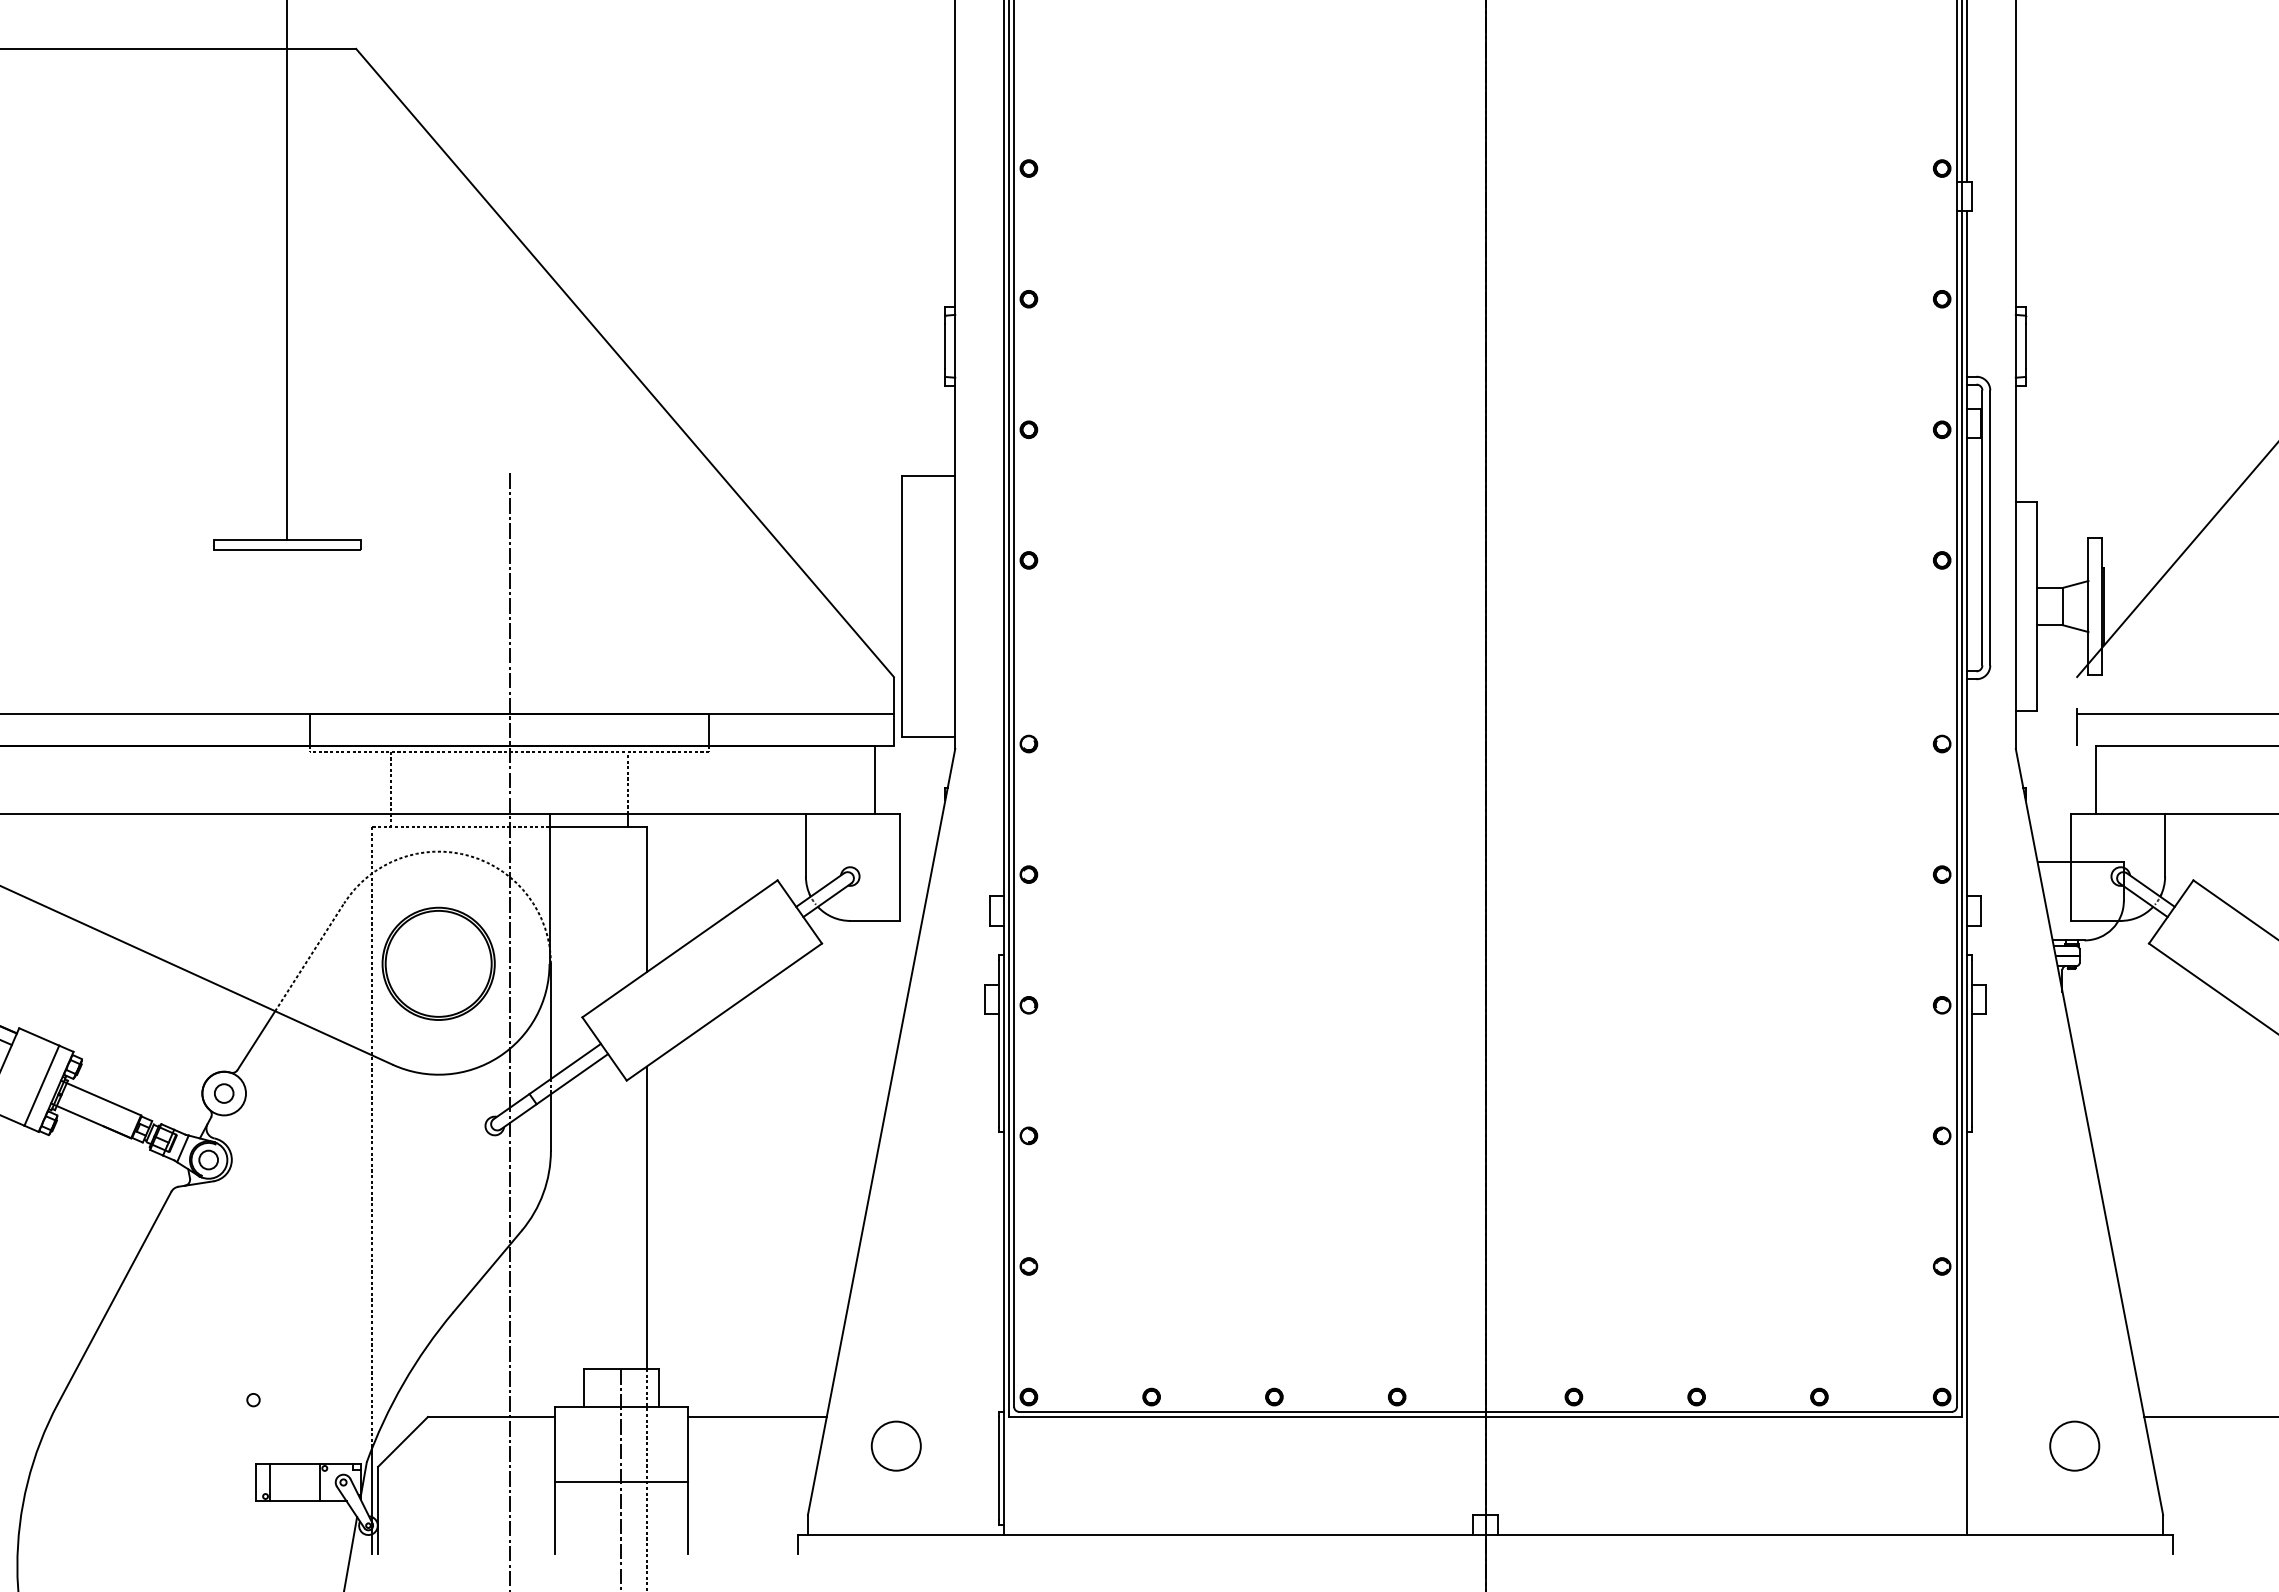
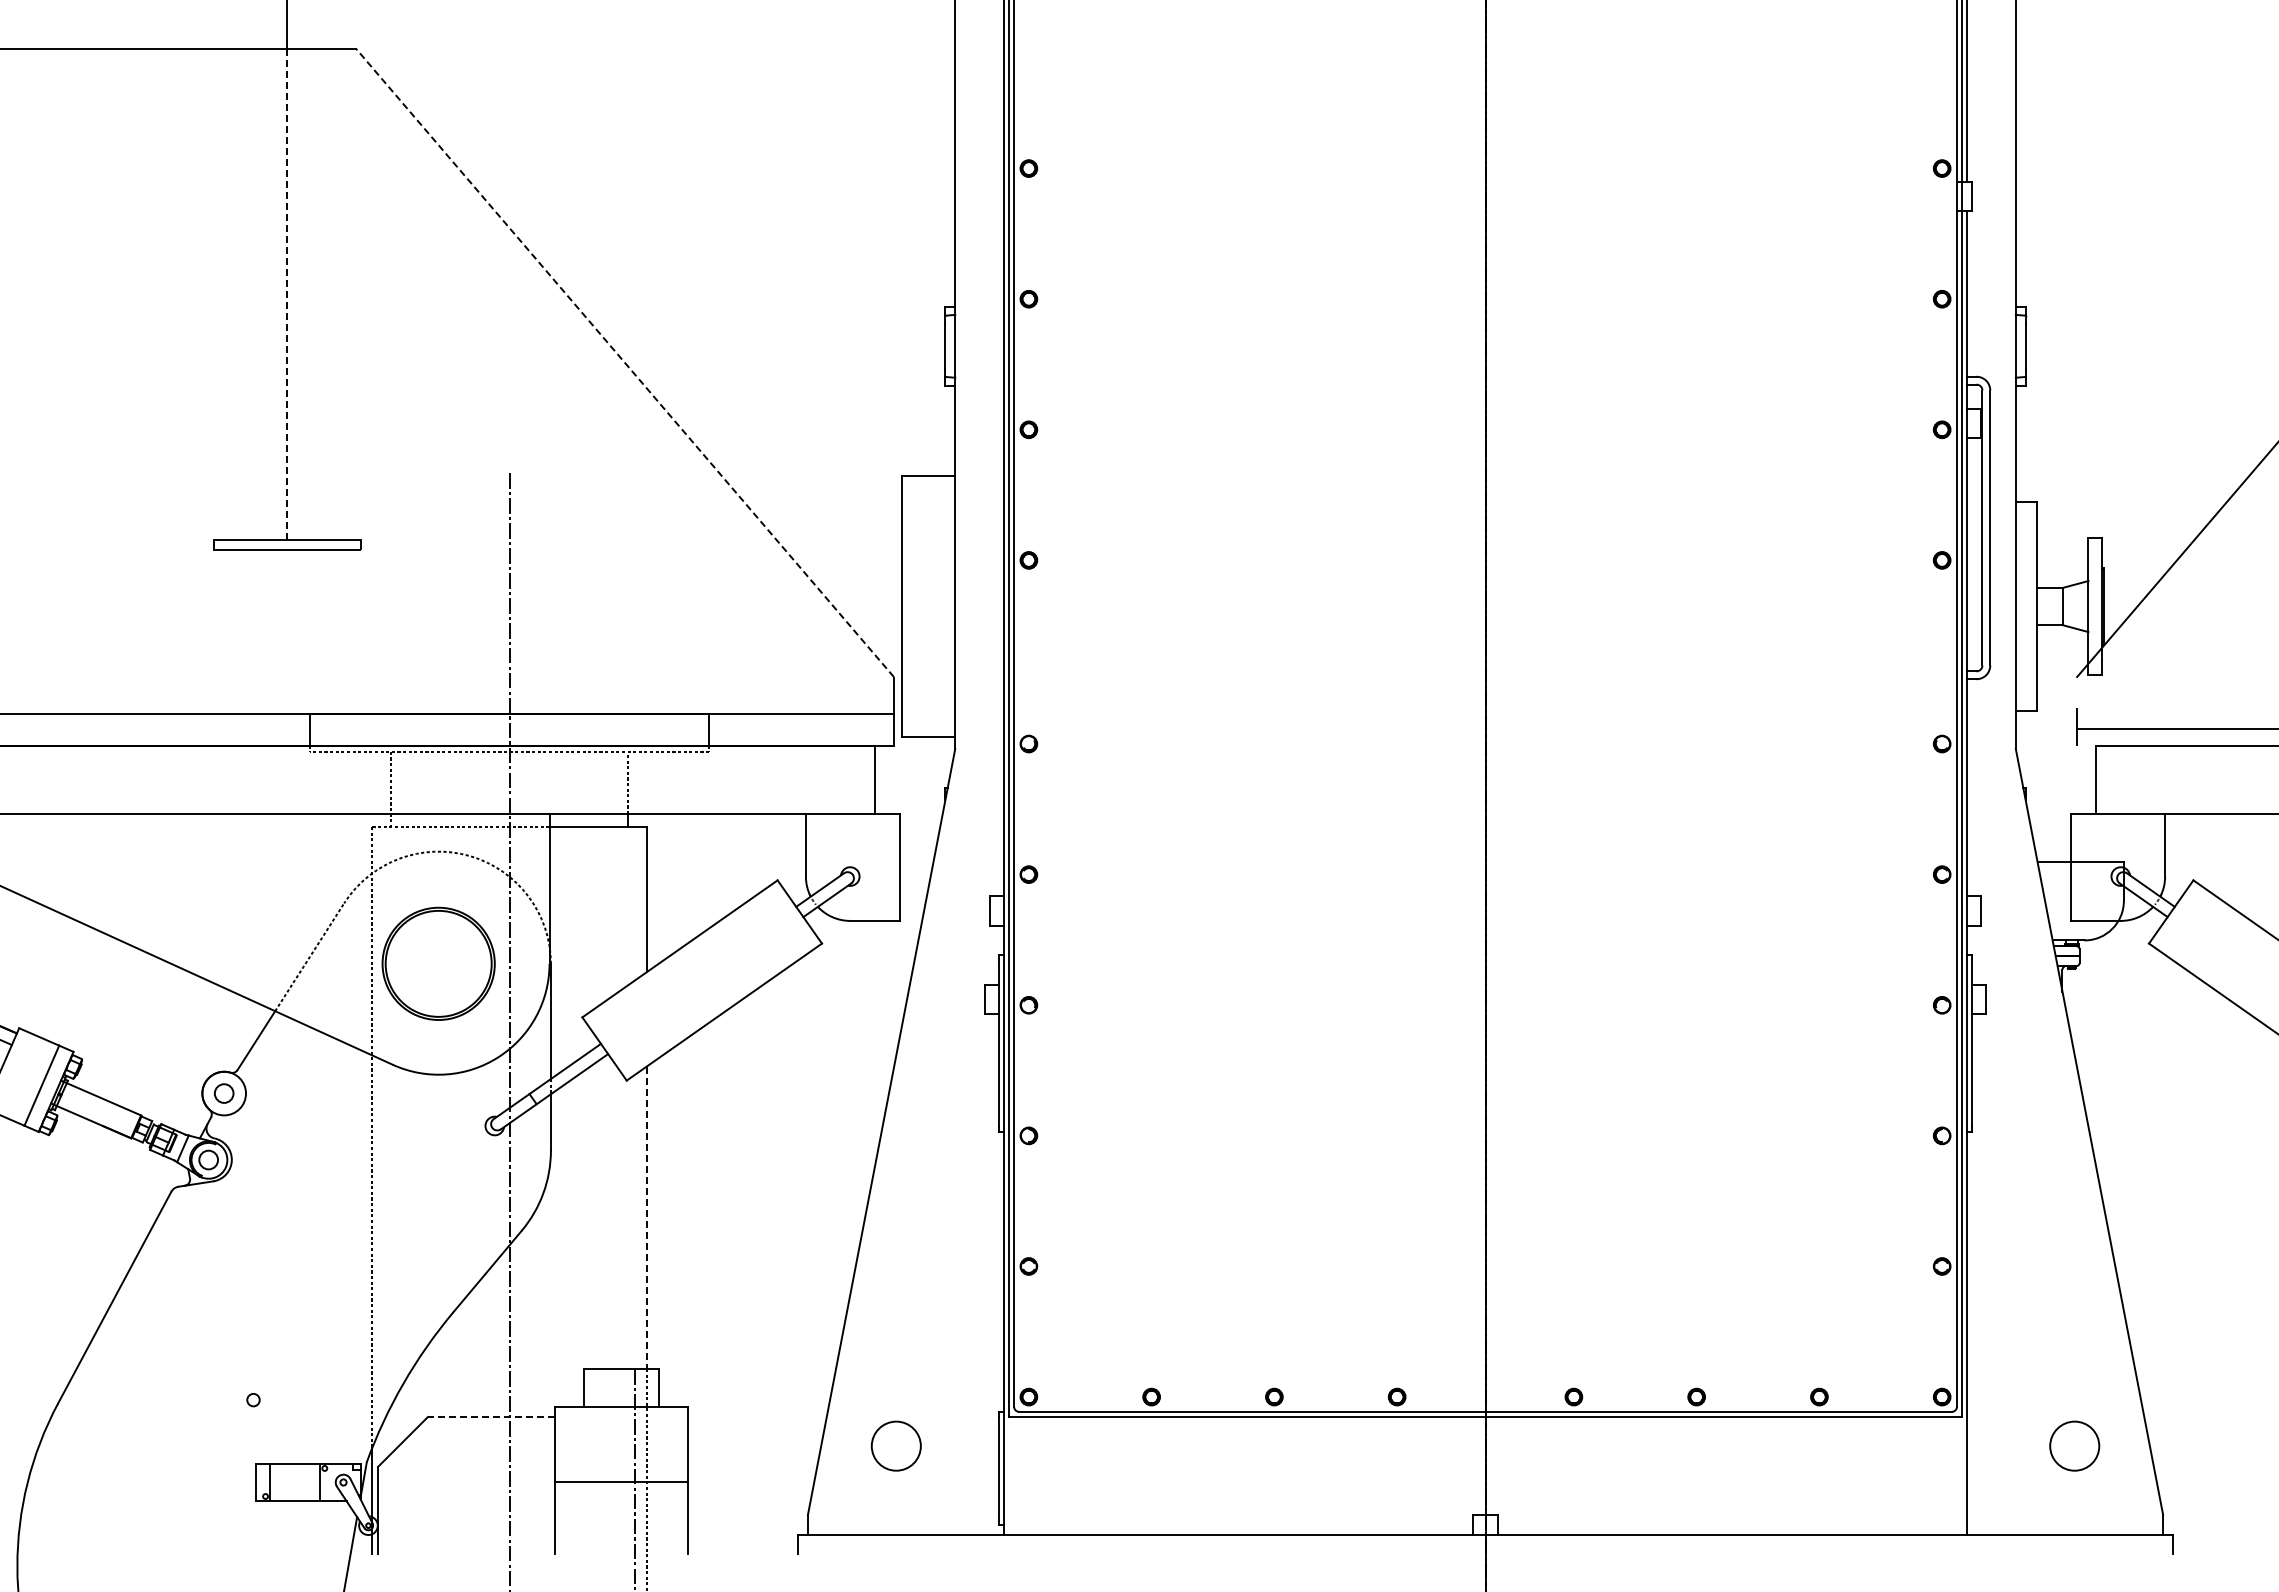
line at (287, 294): solid -> dashed
line at (624, 362): solid -> dashed
line at (2176, 714) position: (2176, 714) -> (2176, 729)
line at (646, 1218): solid -> dashed
line at (490, 1417): solid -> dashed
line at (757, 1417): present -> none
line at (2209, 1417): present -> none
line at (621, 1478) position: (621, 1478) -> (635, 1478)
